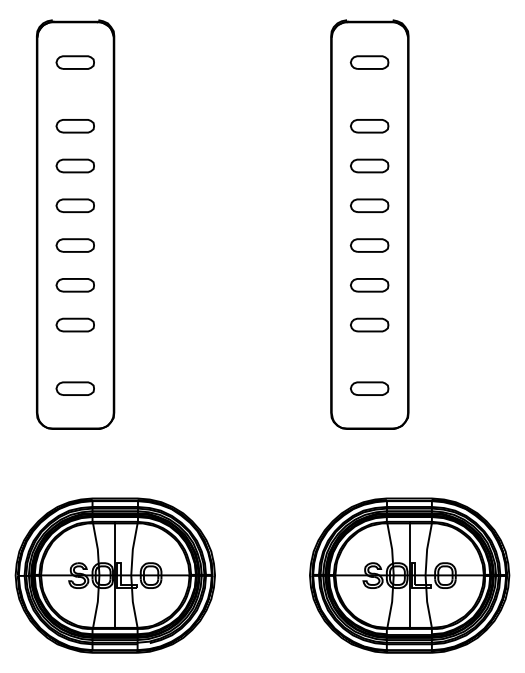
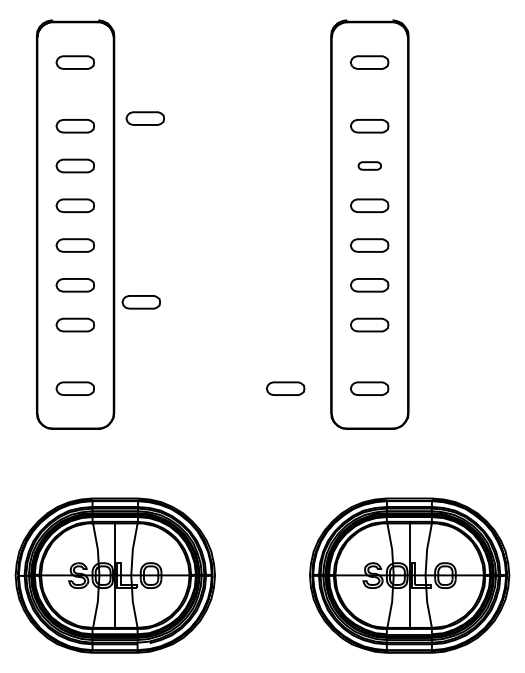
part at (144, 118): none -> present
part at (369, 165) size: 40x16 px -> 25x10 px
part at (140, 302): none -> present
part at (285, 388): none -> present
